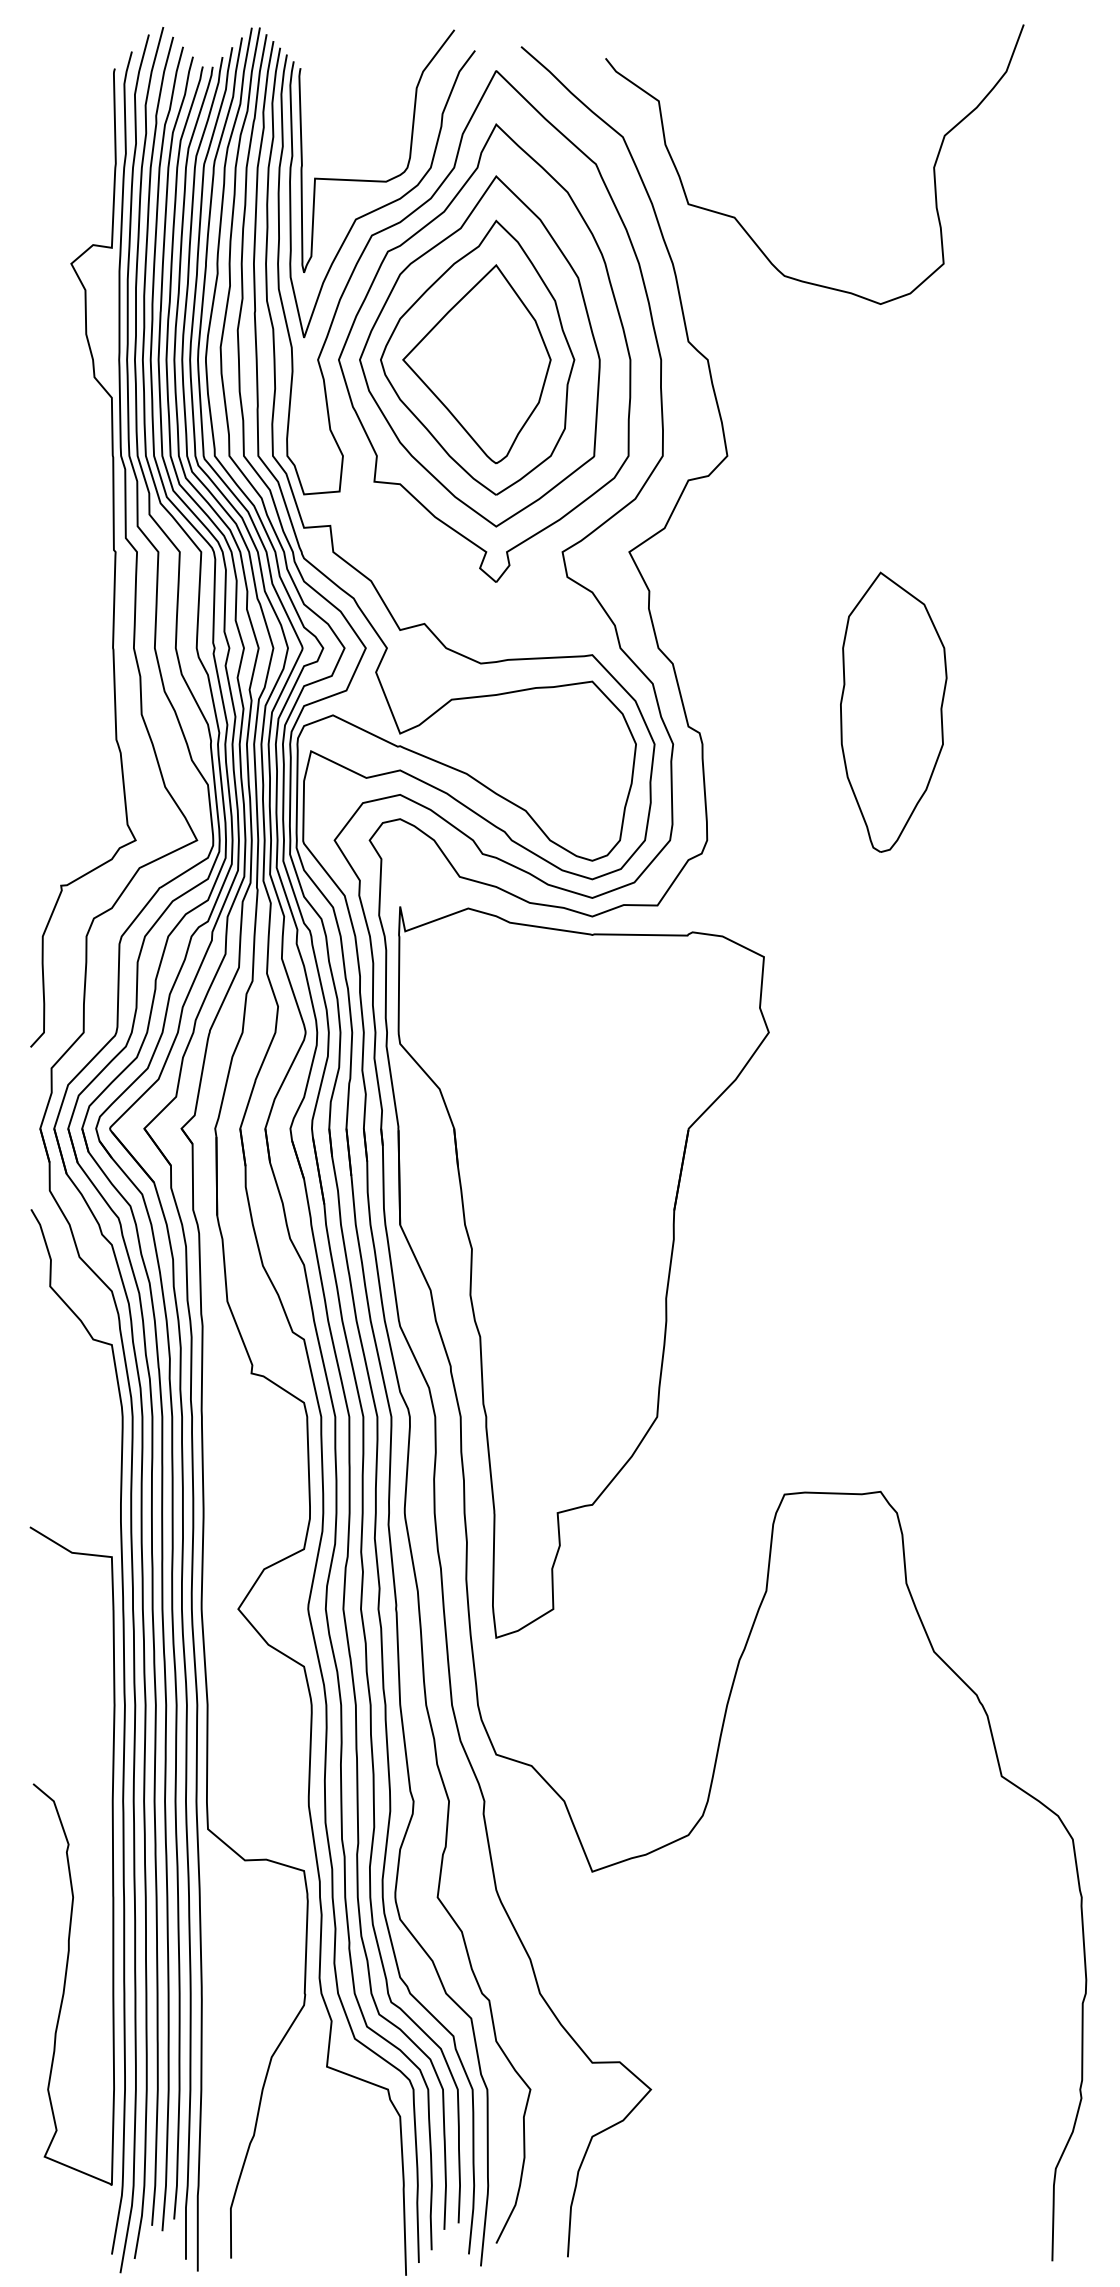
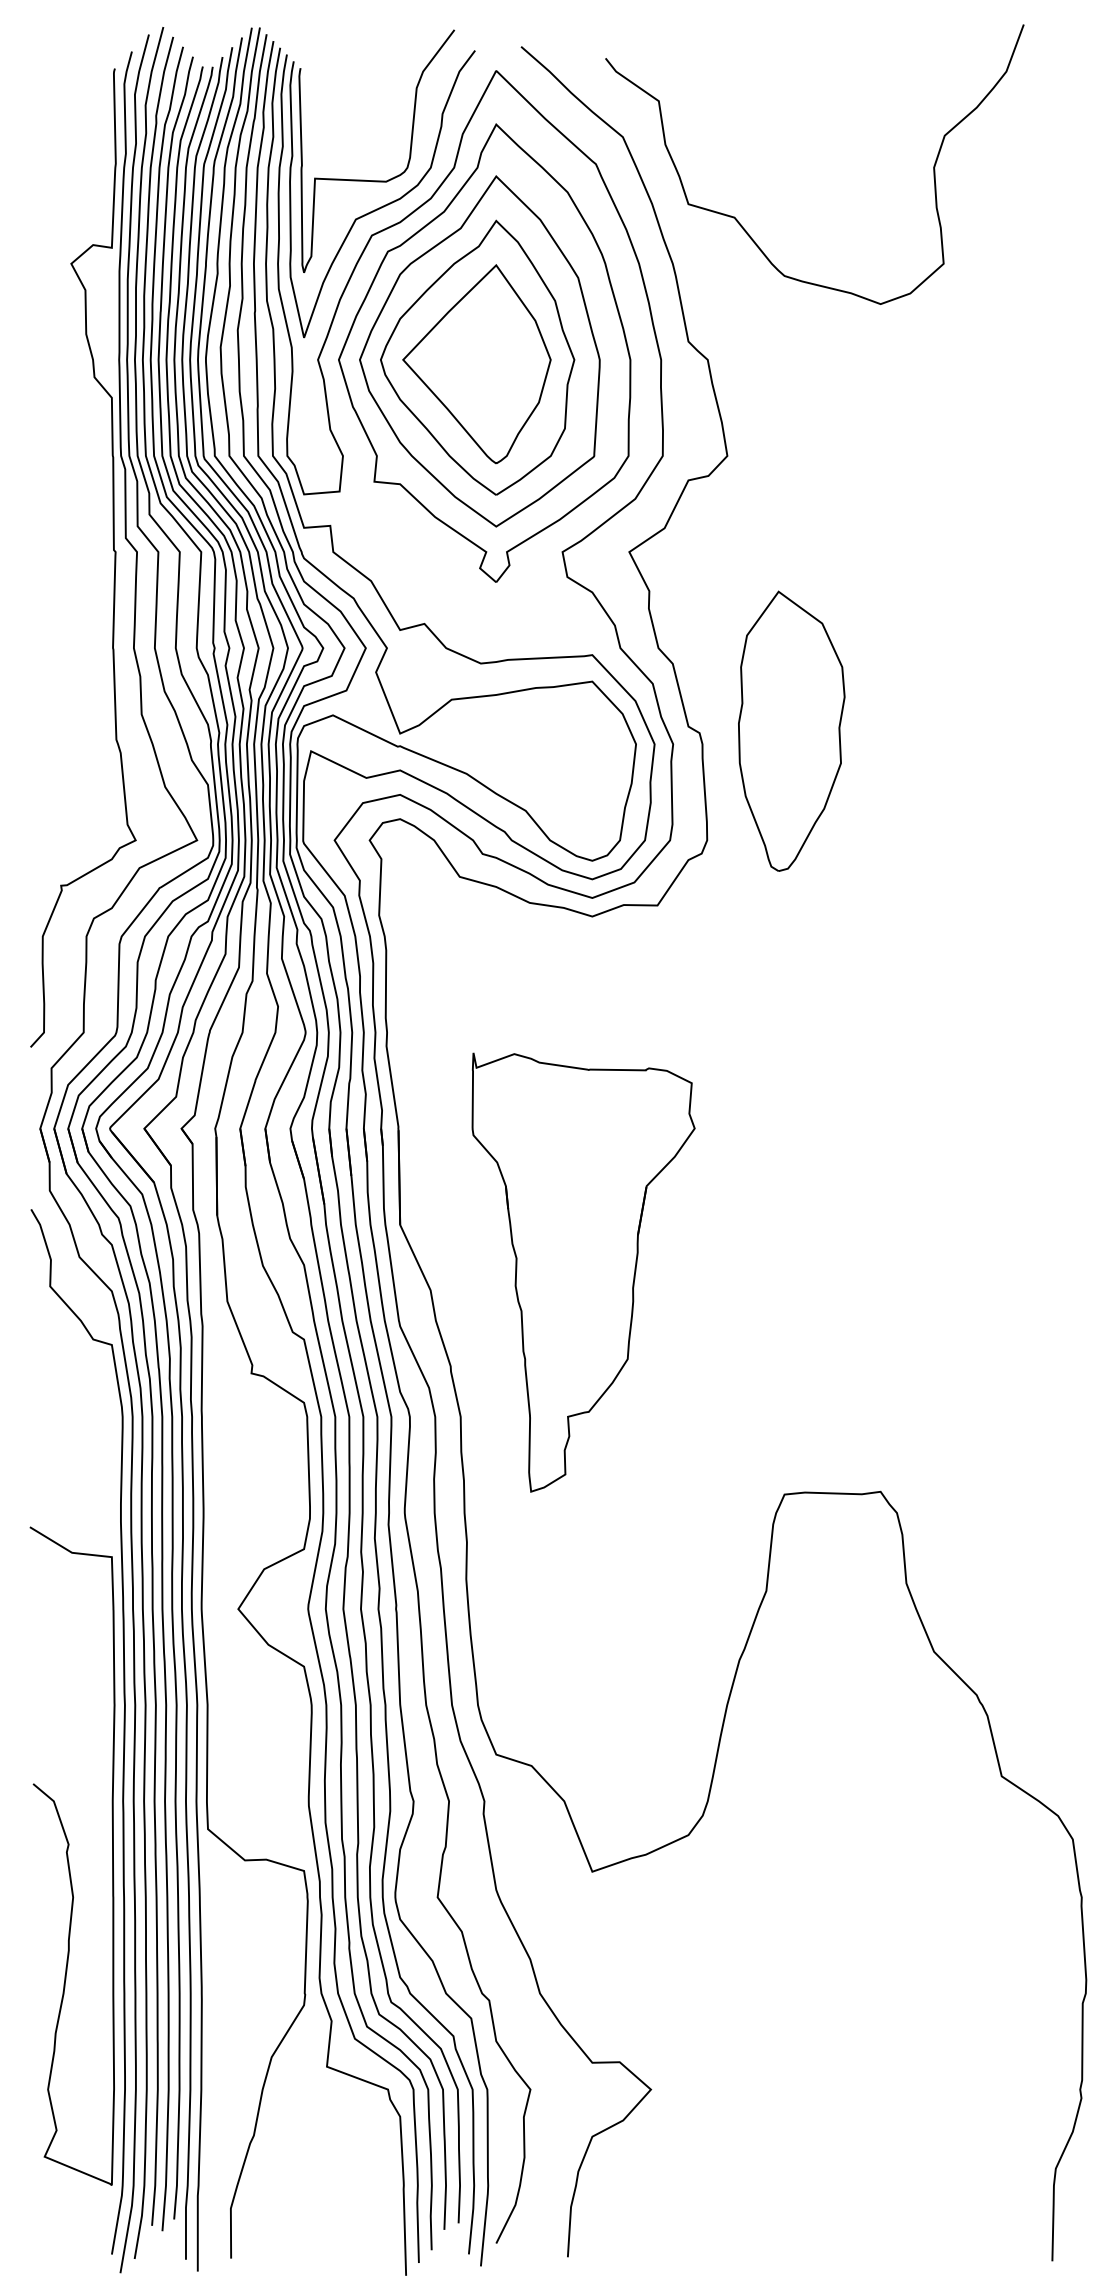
part at (893, 711) position: (893, 711) -> (791, 730)
part at (583, 1272) size: 373x733 px -> 225x441 px
